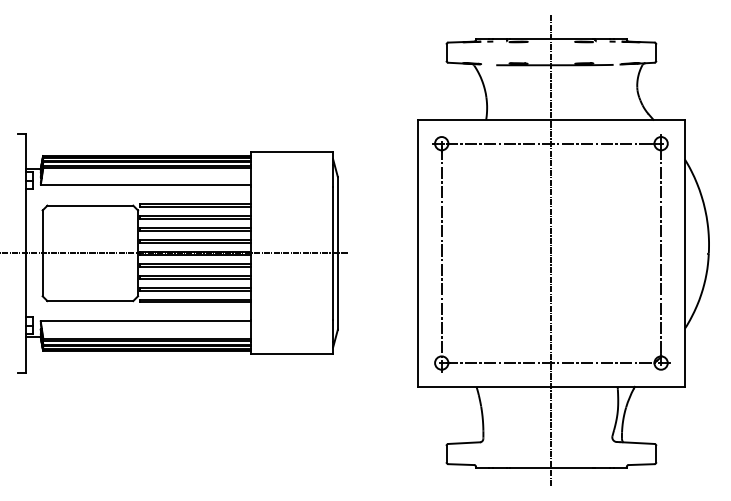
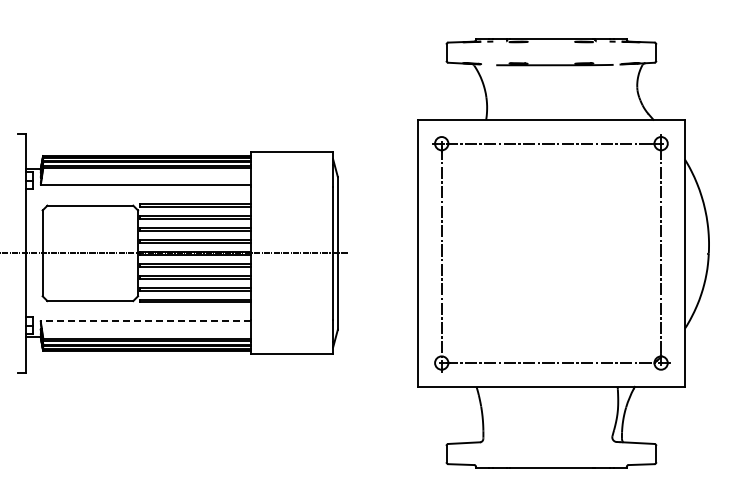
line at (551, 250): present -> none
line at (145, 321): solid -> dashed
